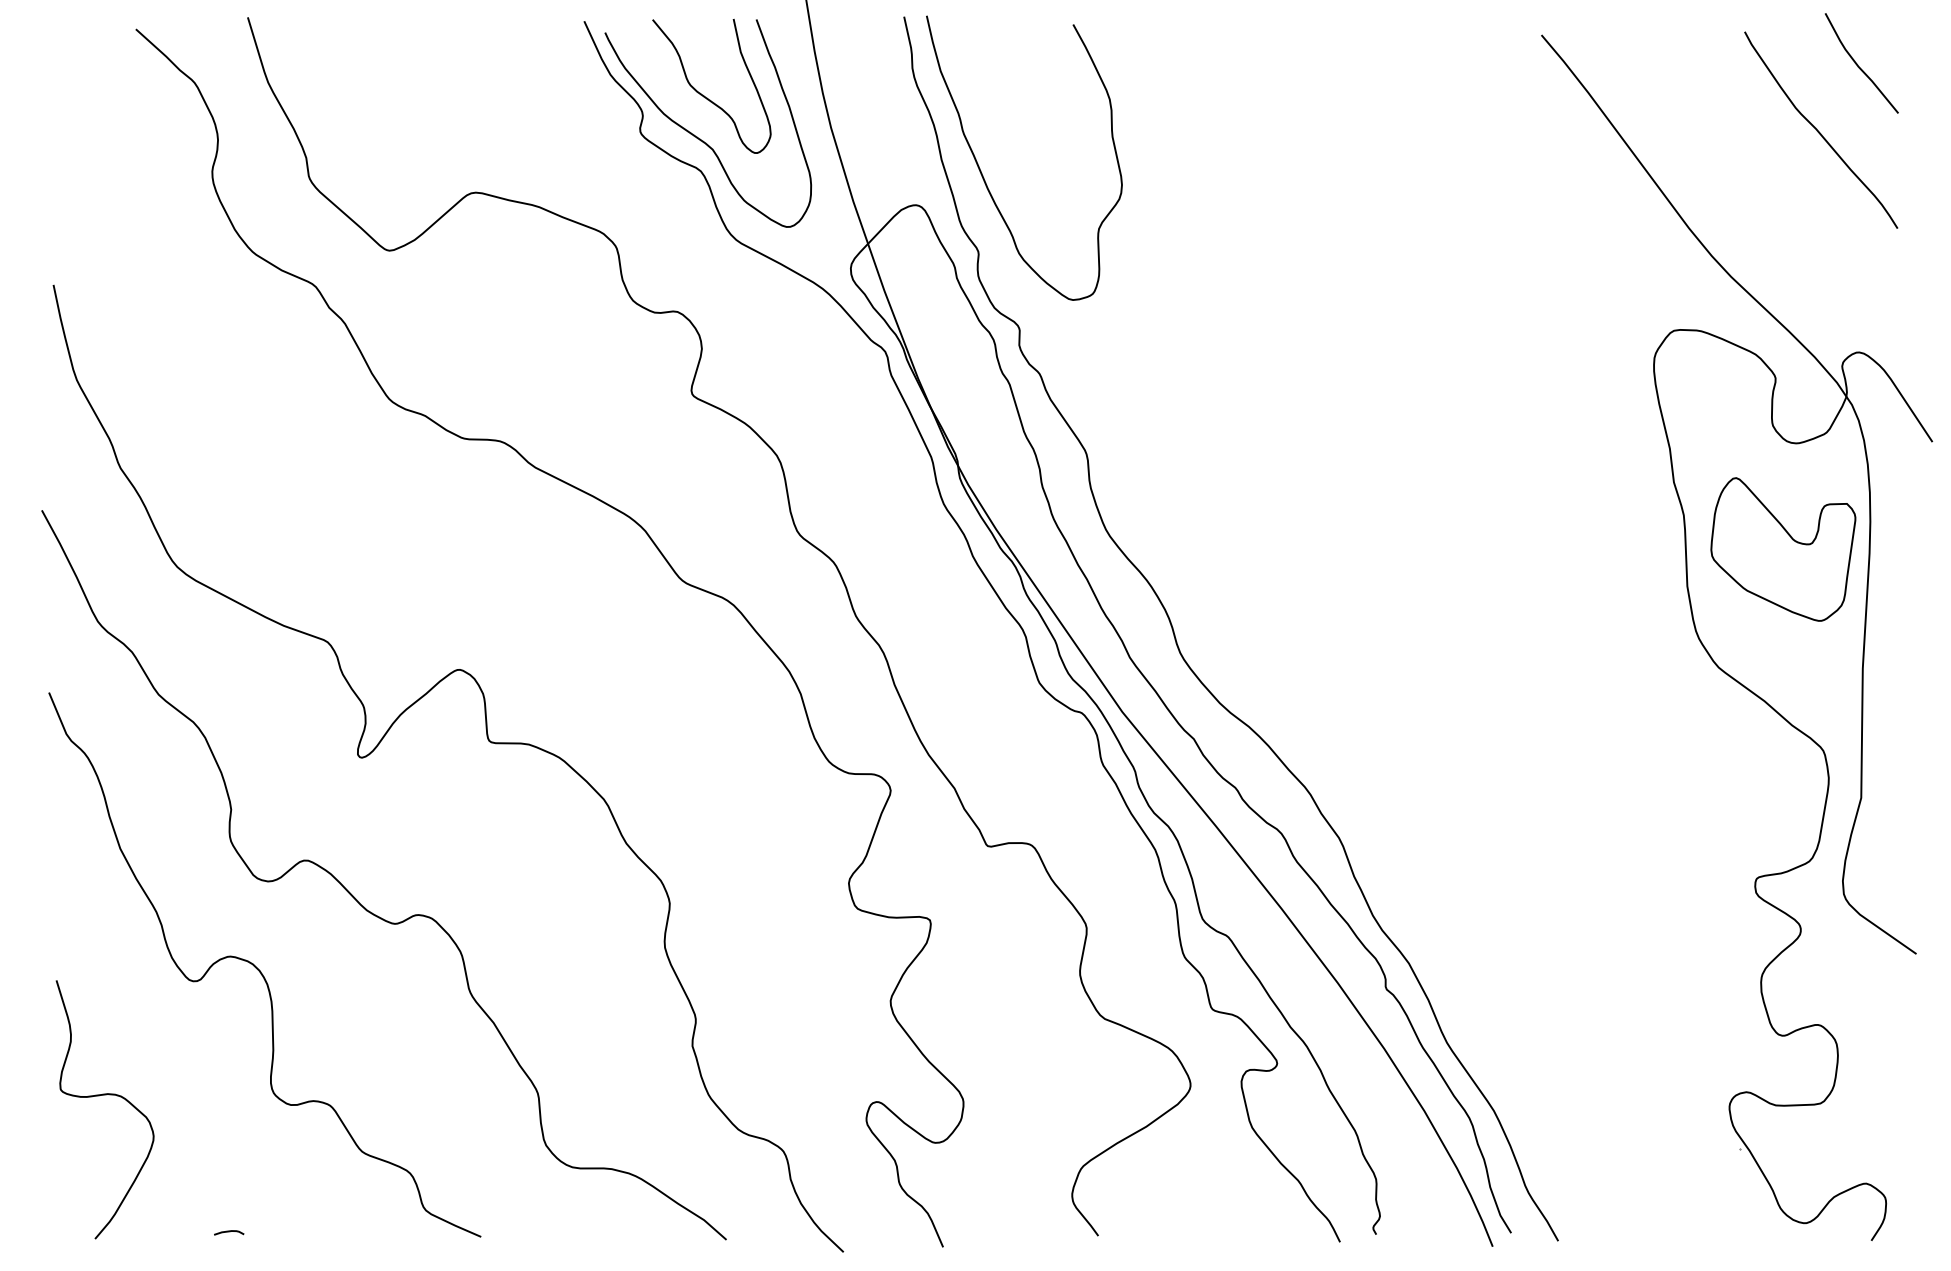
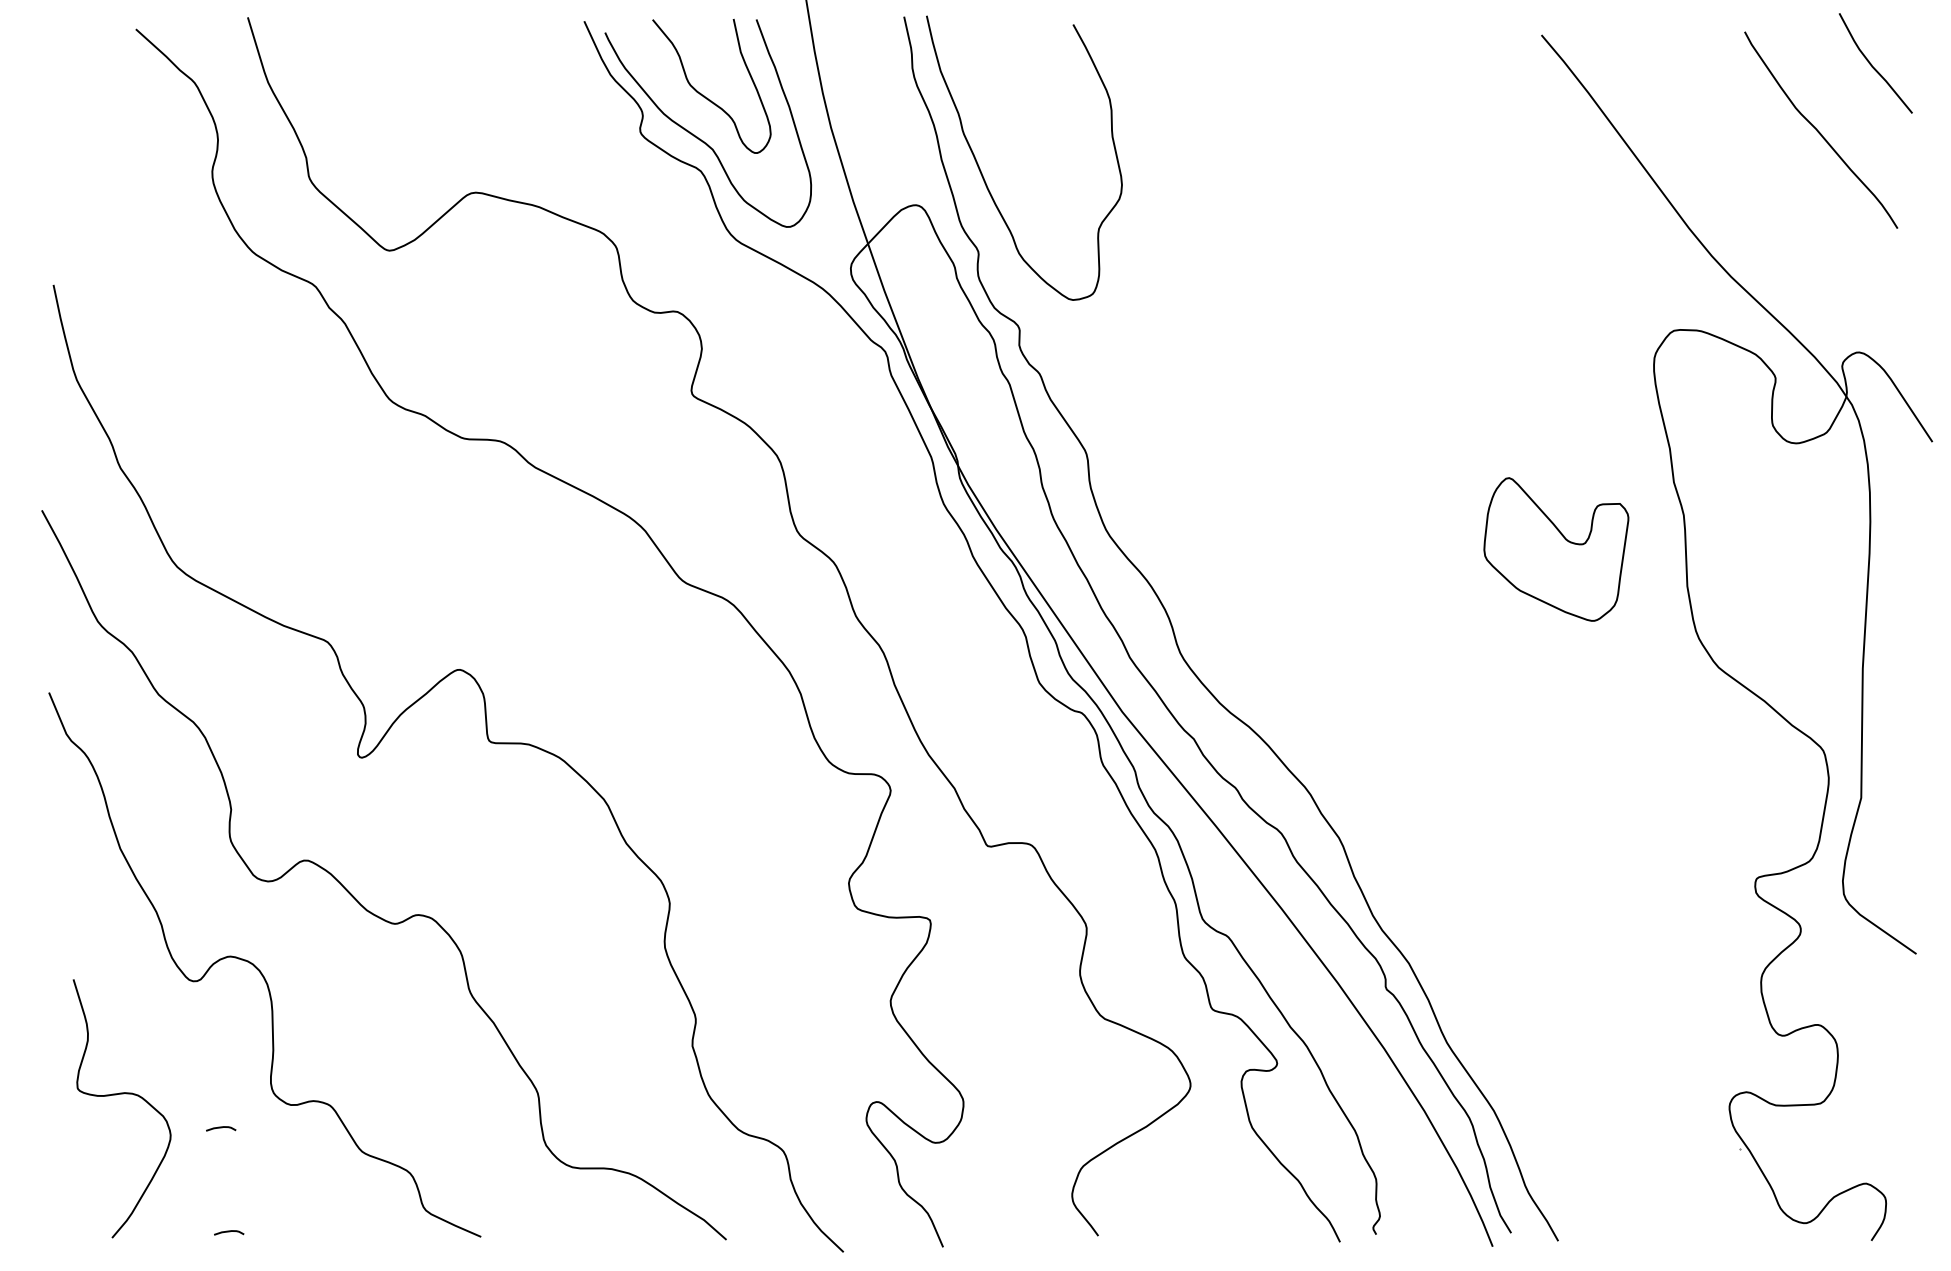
curve at (1858, 65) position: (1858, 65) -> (1872, 65)
part at (1783, 549) position: (1783, 549) -> (1556, 549)
curve at (99, 1096) position: (99, 1096) -> (116, 1095)
curve at (221, 1128): none -> present
